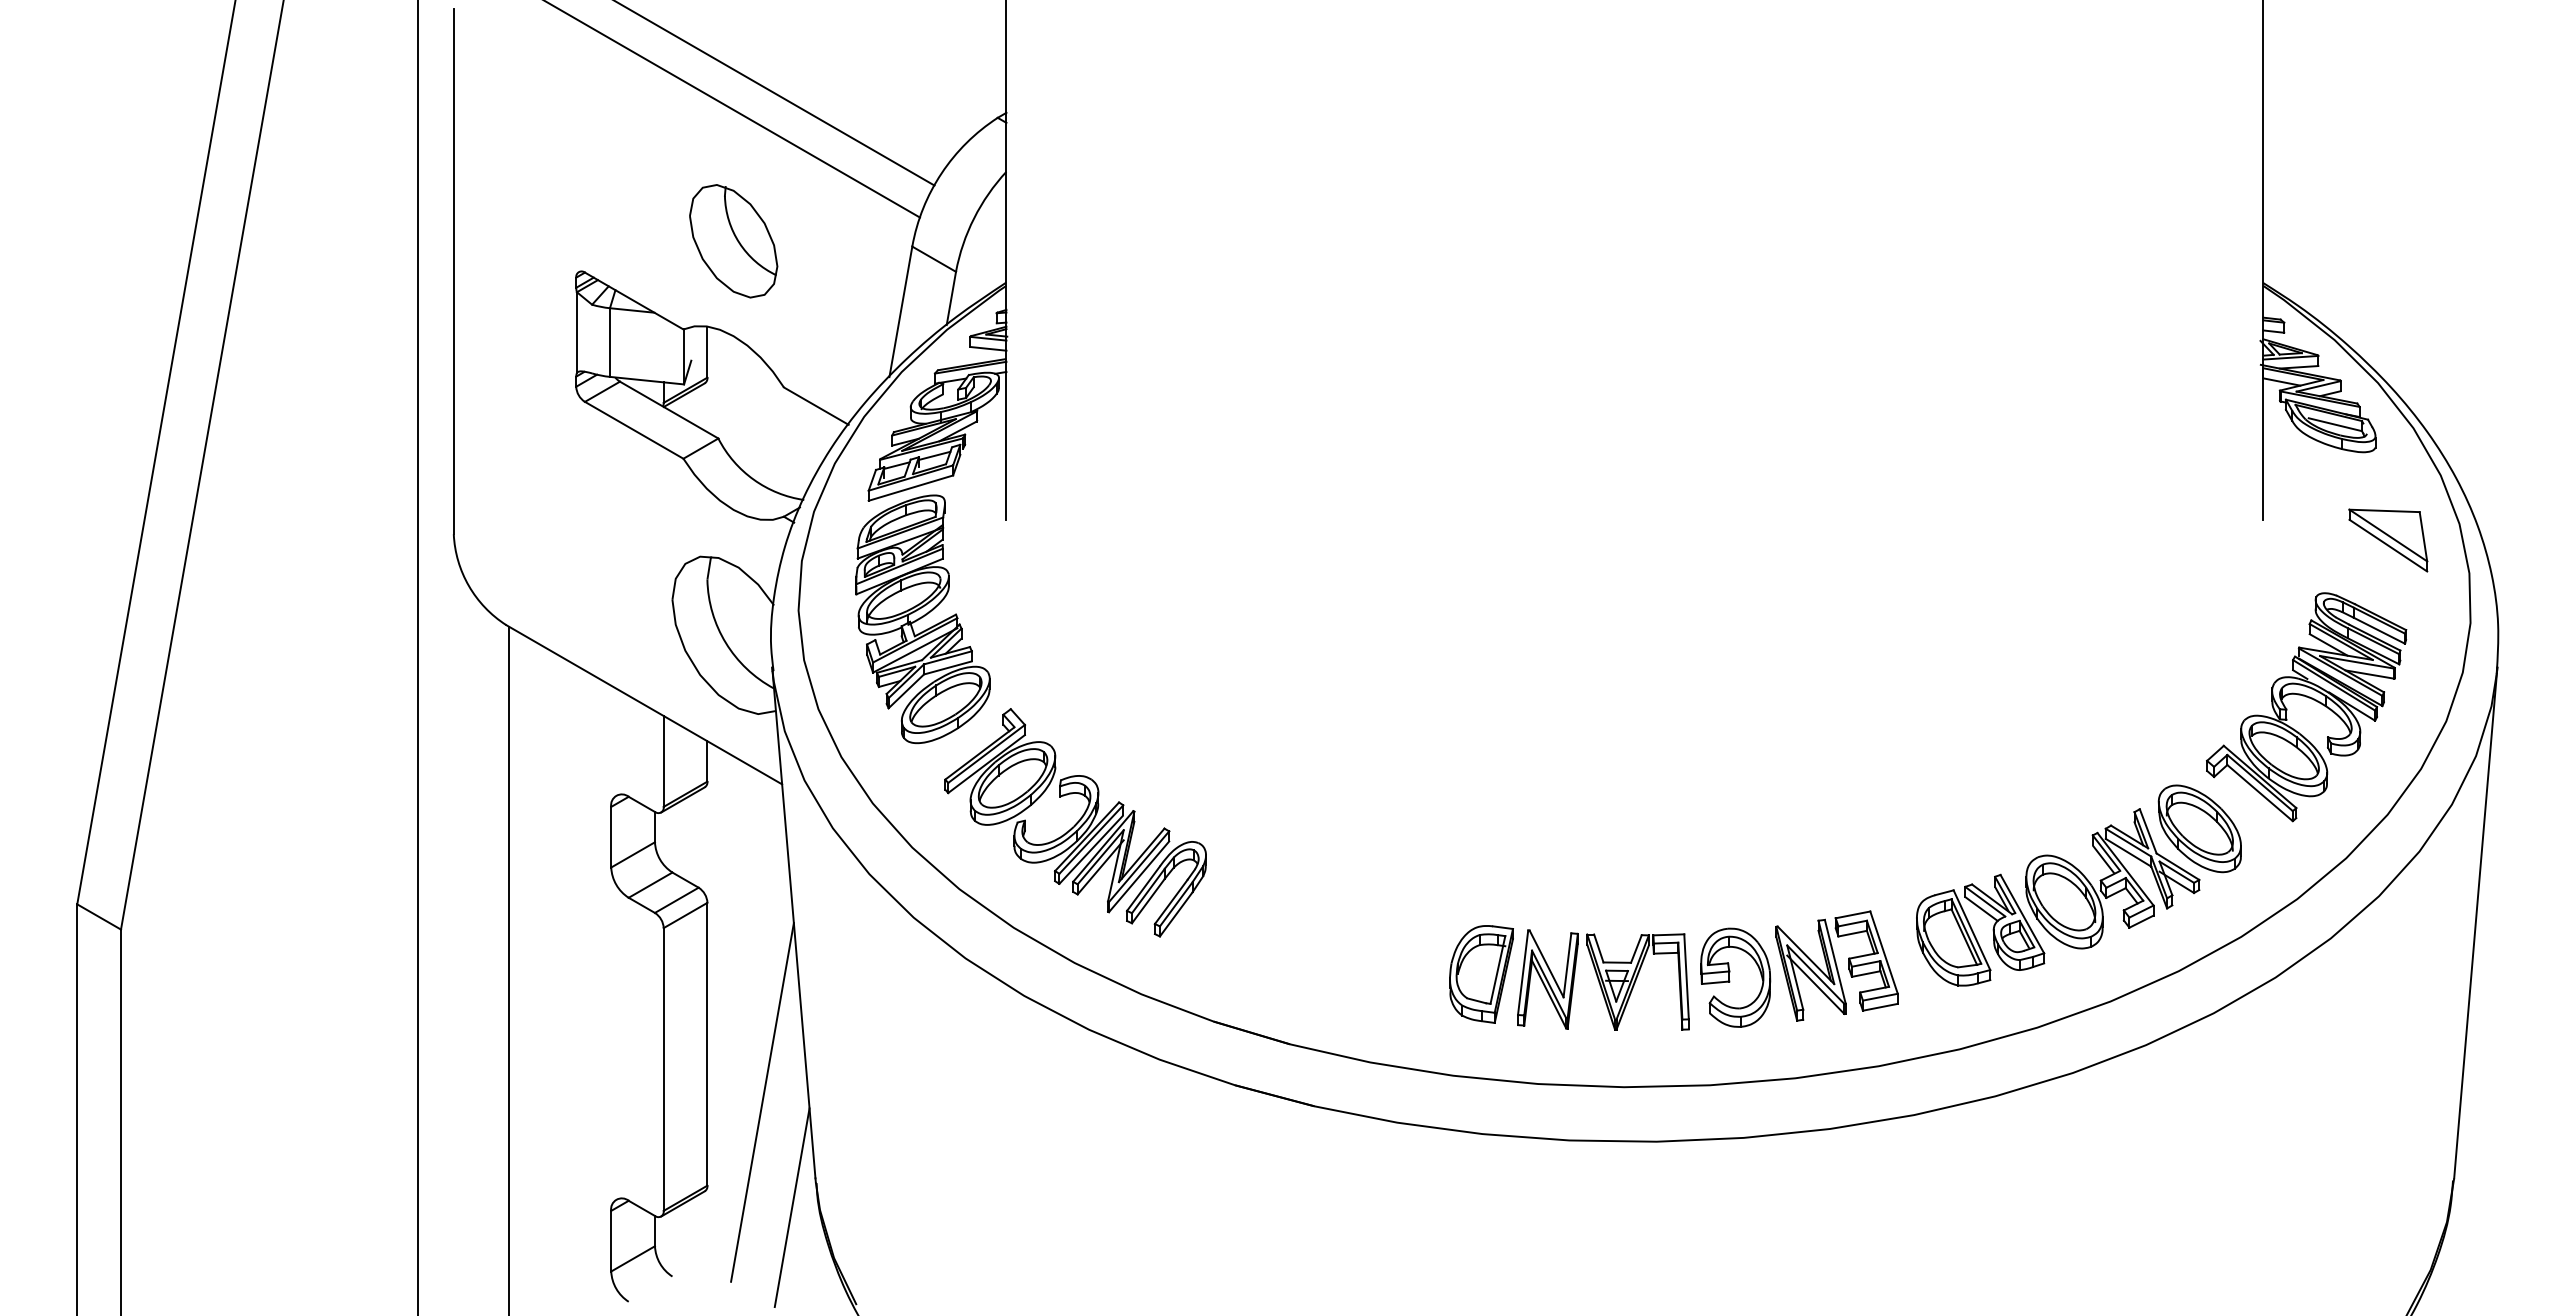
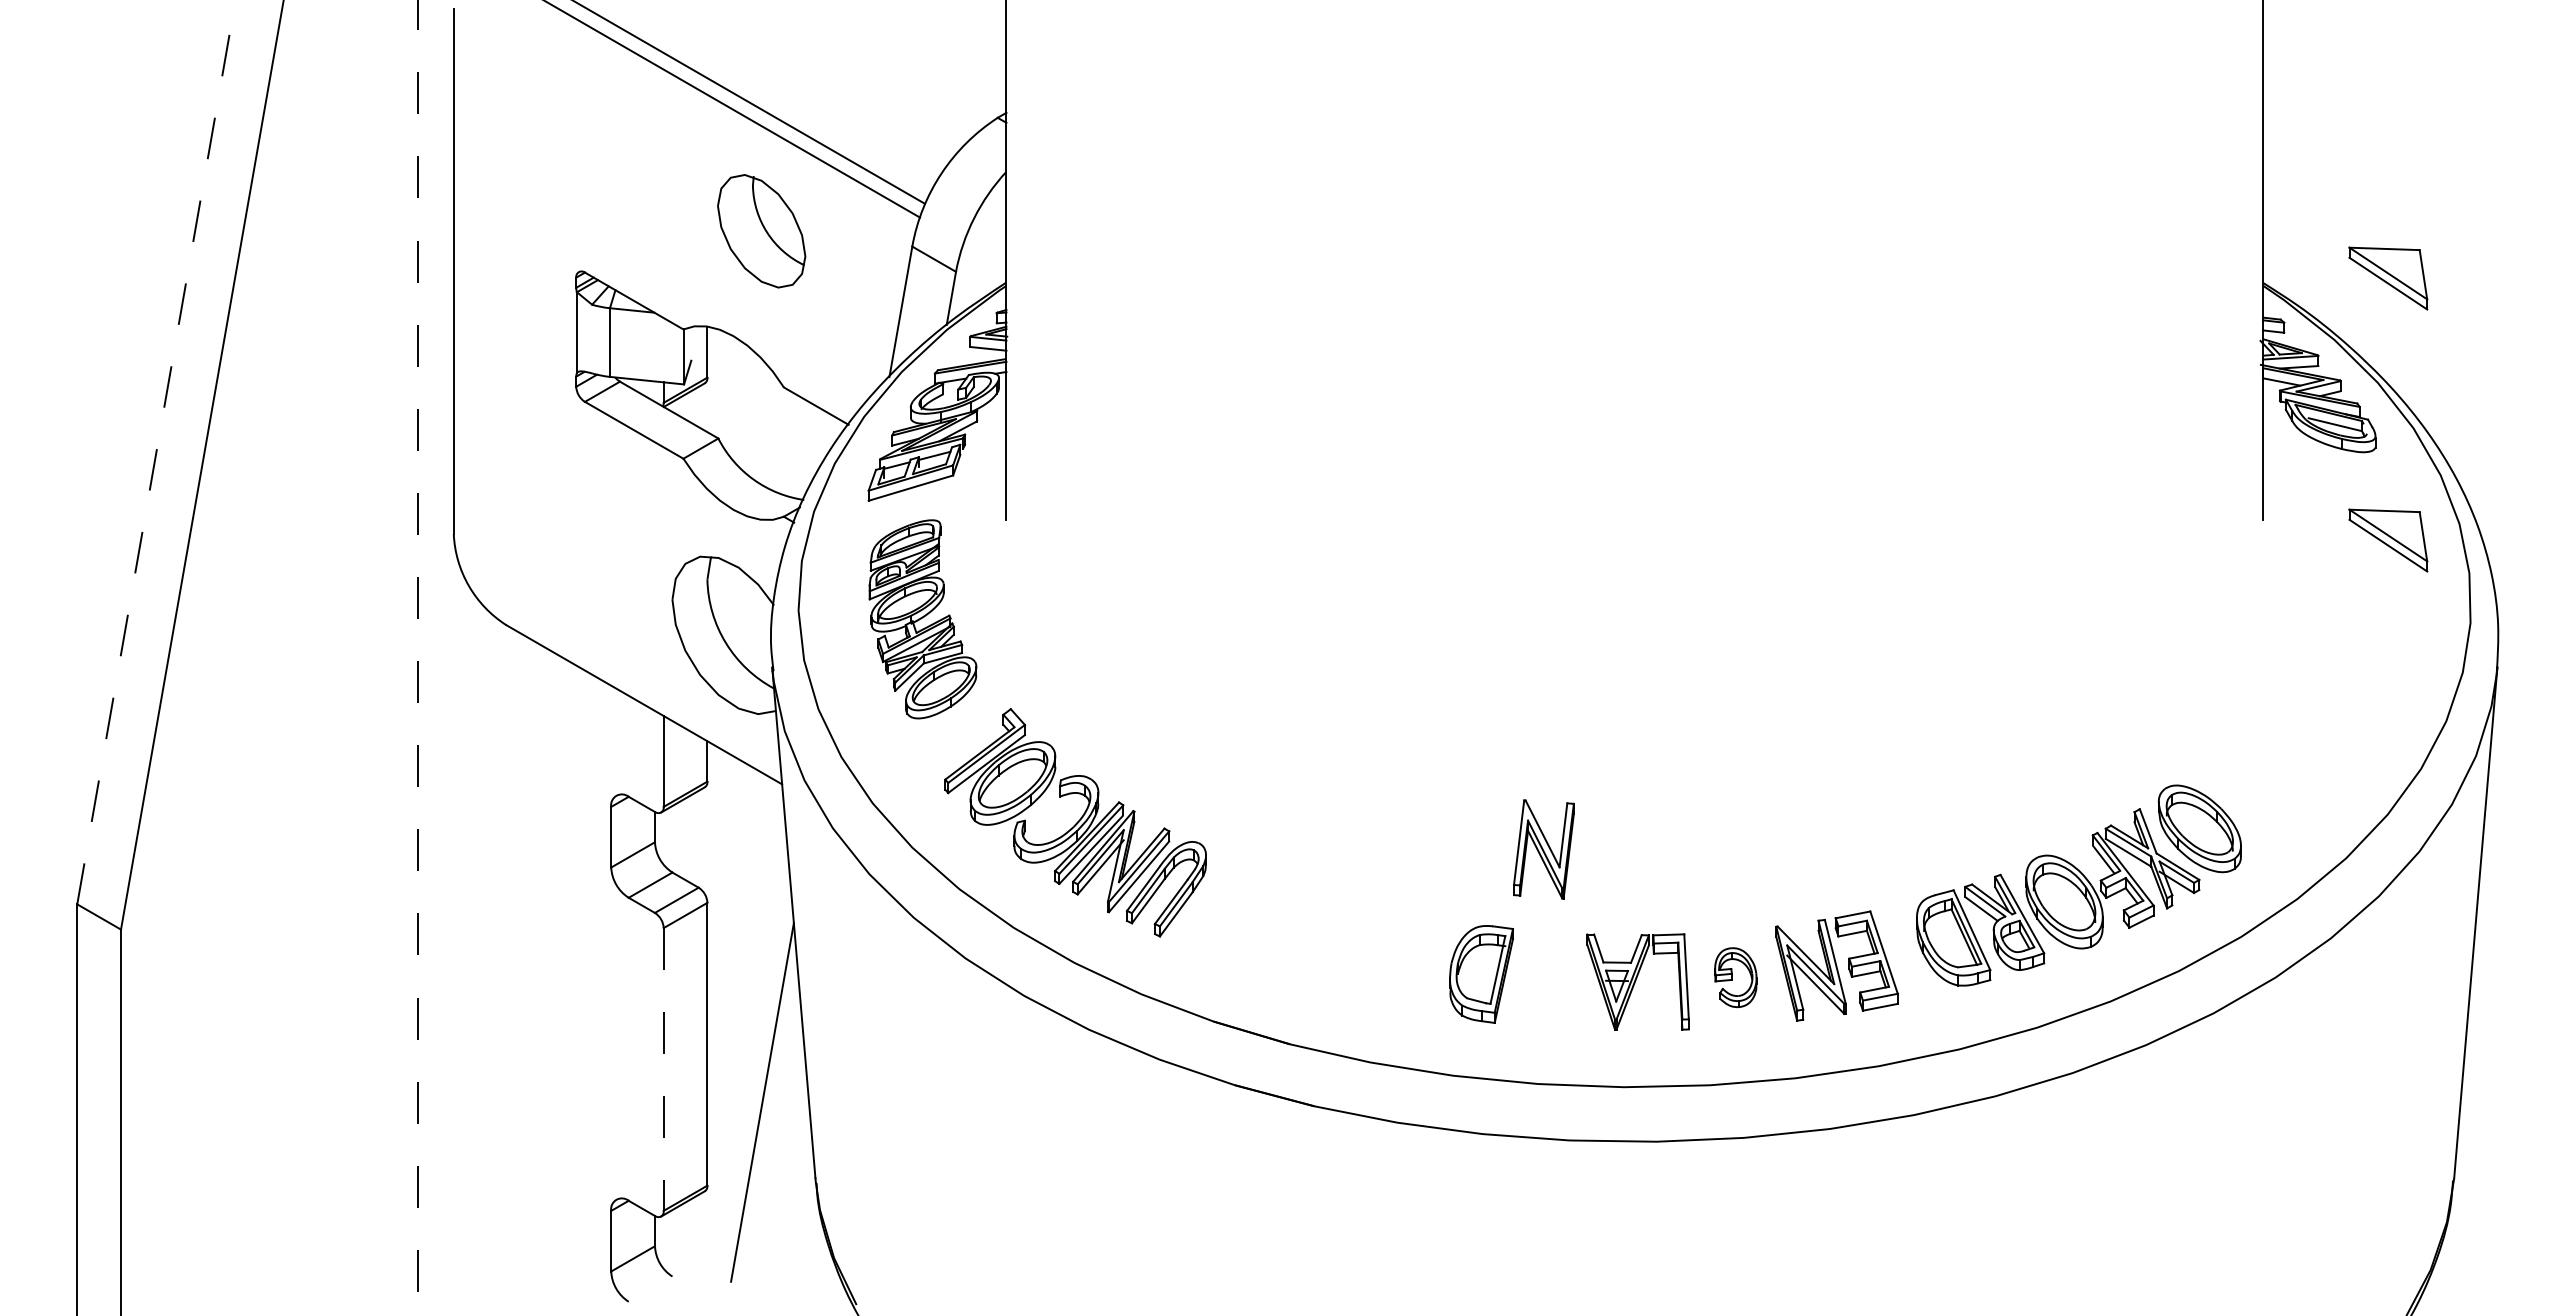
line at (775, 93) position: (775, 93) -> (749, 102)
part at (733, 241) position: (733, 241) -> (761, 231)
part at (2388, 278): none -> present
line at (156, 452): solid -> dashed
part at (922, 619) size: 136x251 px -> 110x201 px
line at (418, 657): solid -> dashed
part at (2308, 698): present -> none
line at (509, 969): present -> none
part at (1735, 977) size: 72x101 px -> 44x61 px
part at (1547, 979) position: (1547, 979) -> (1543, 849)
line at (663, 1070): solid -> dashed
line at (791, 1207): present -> none
